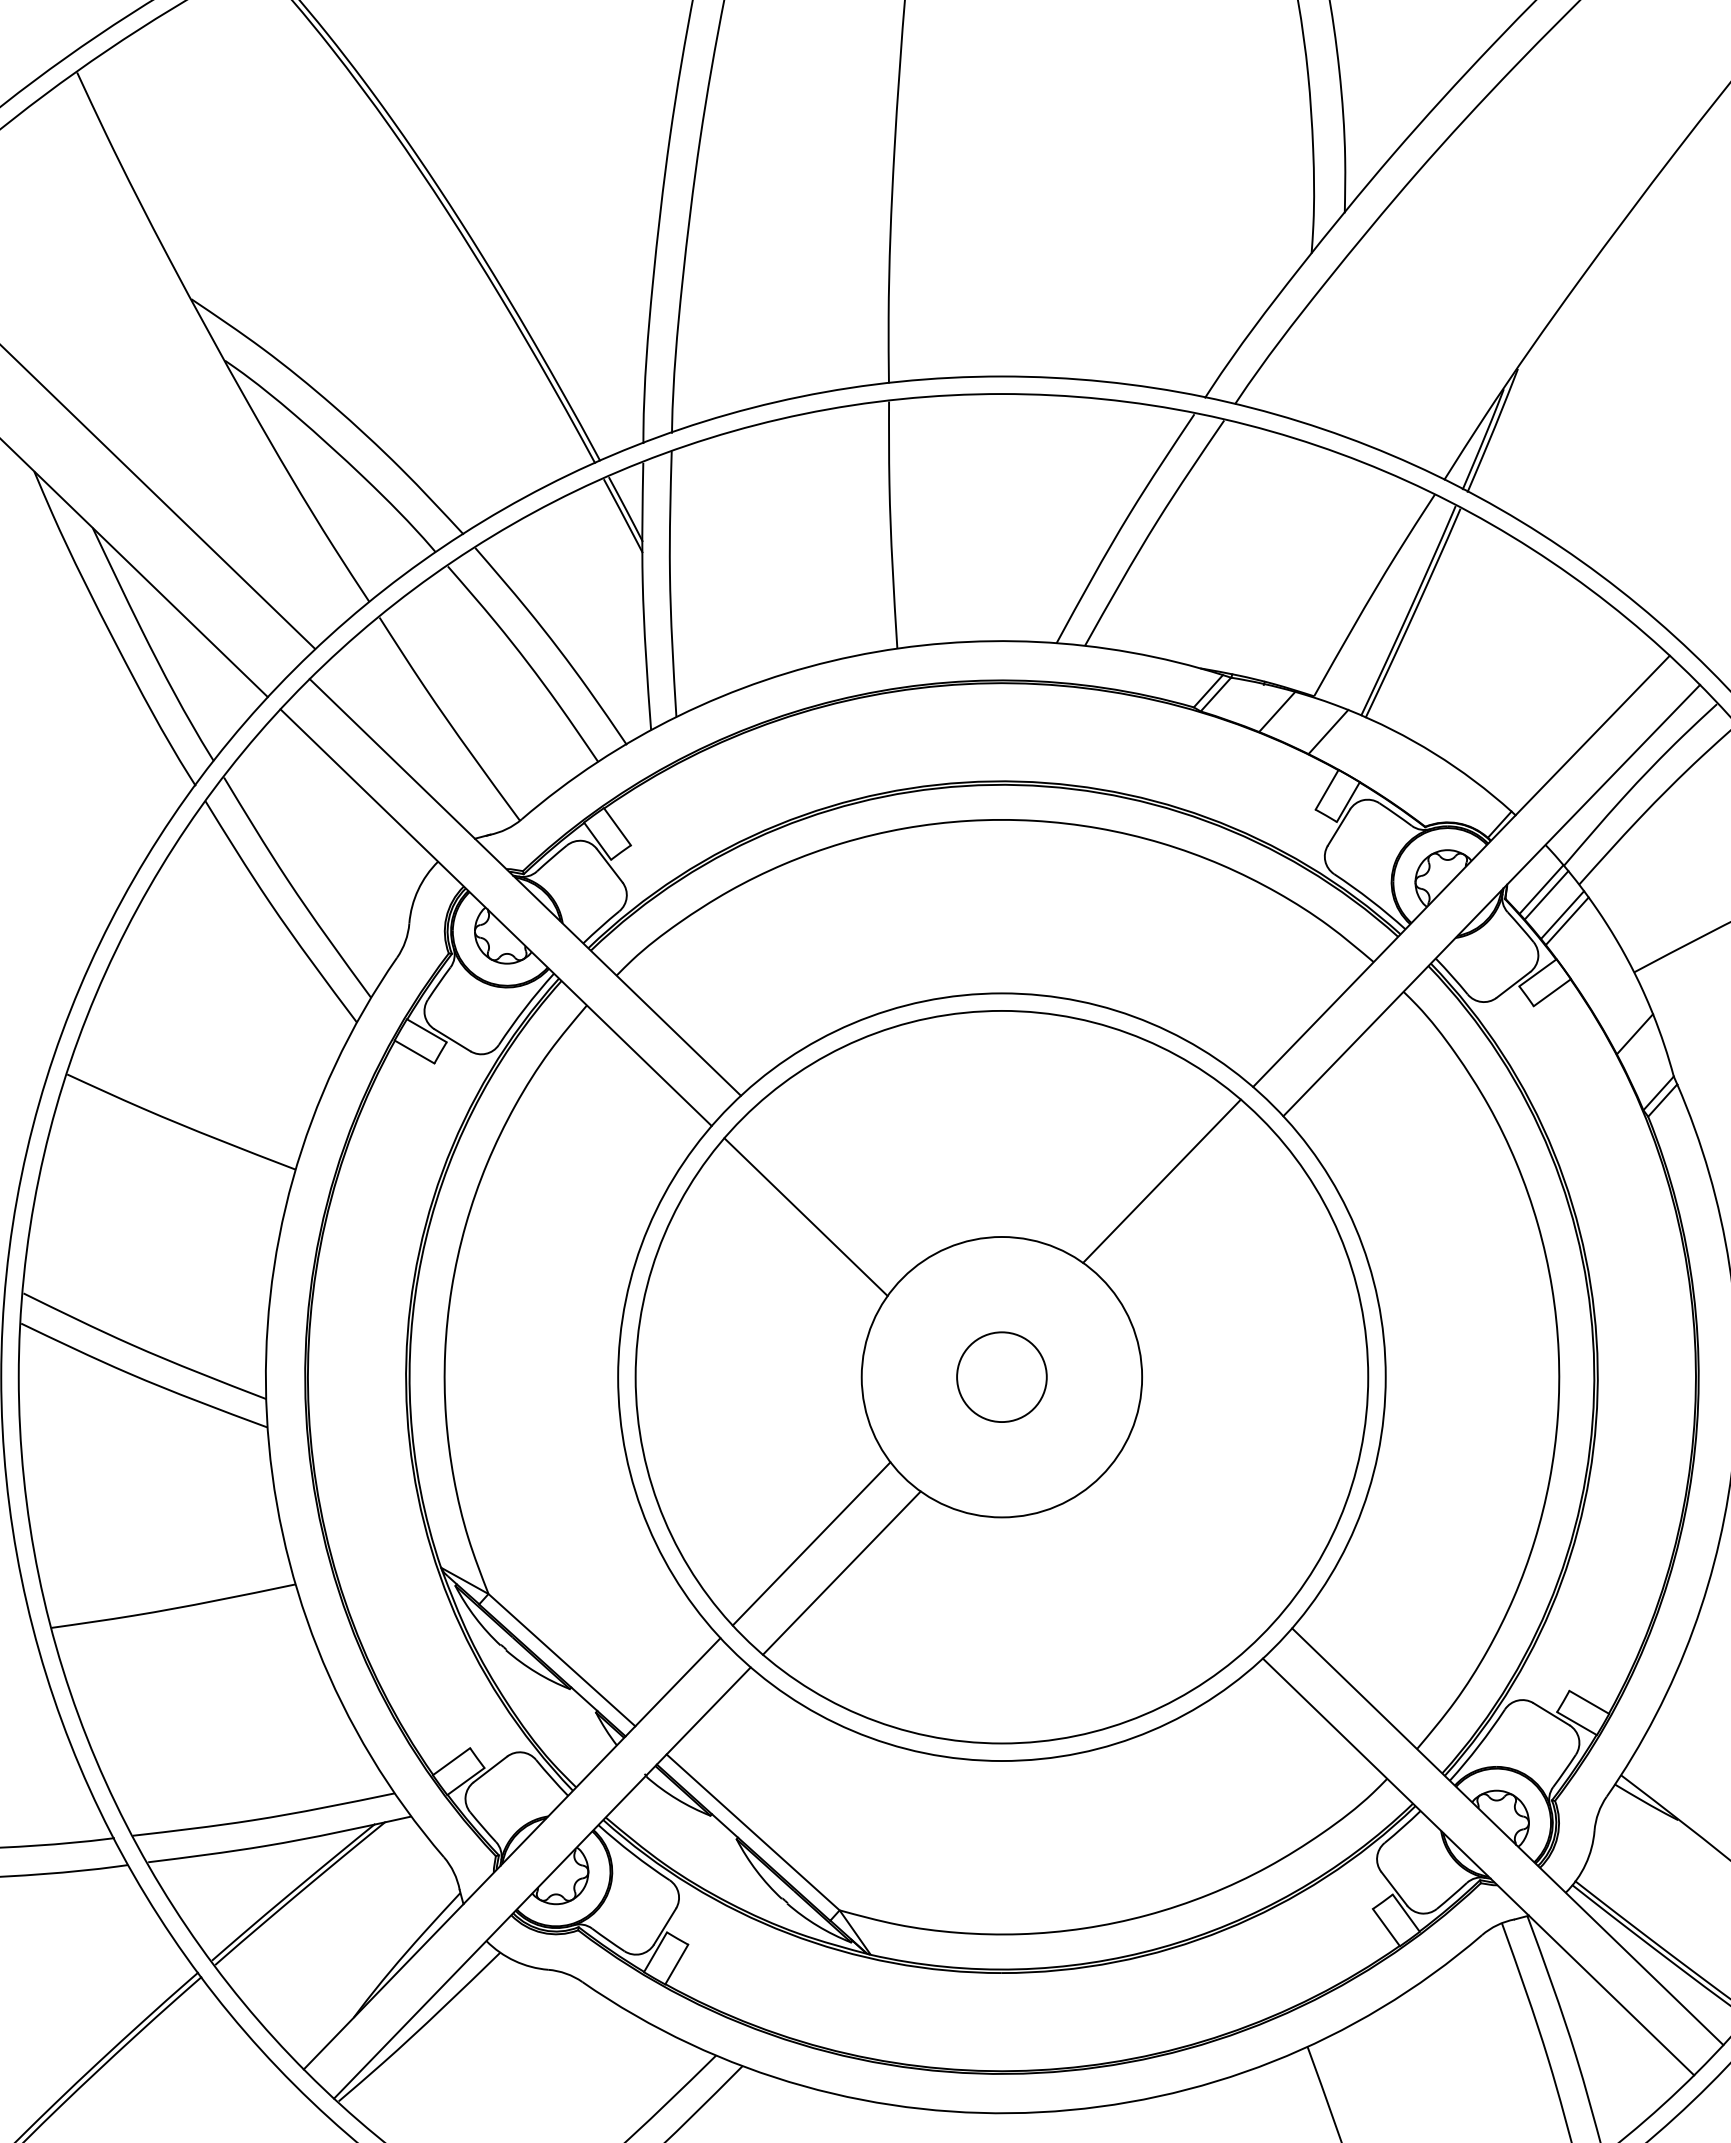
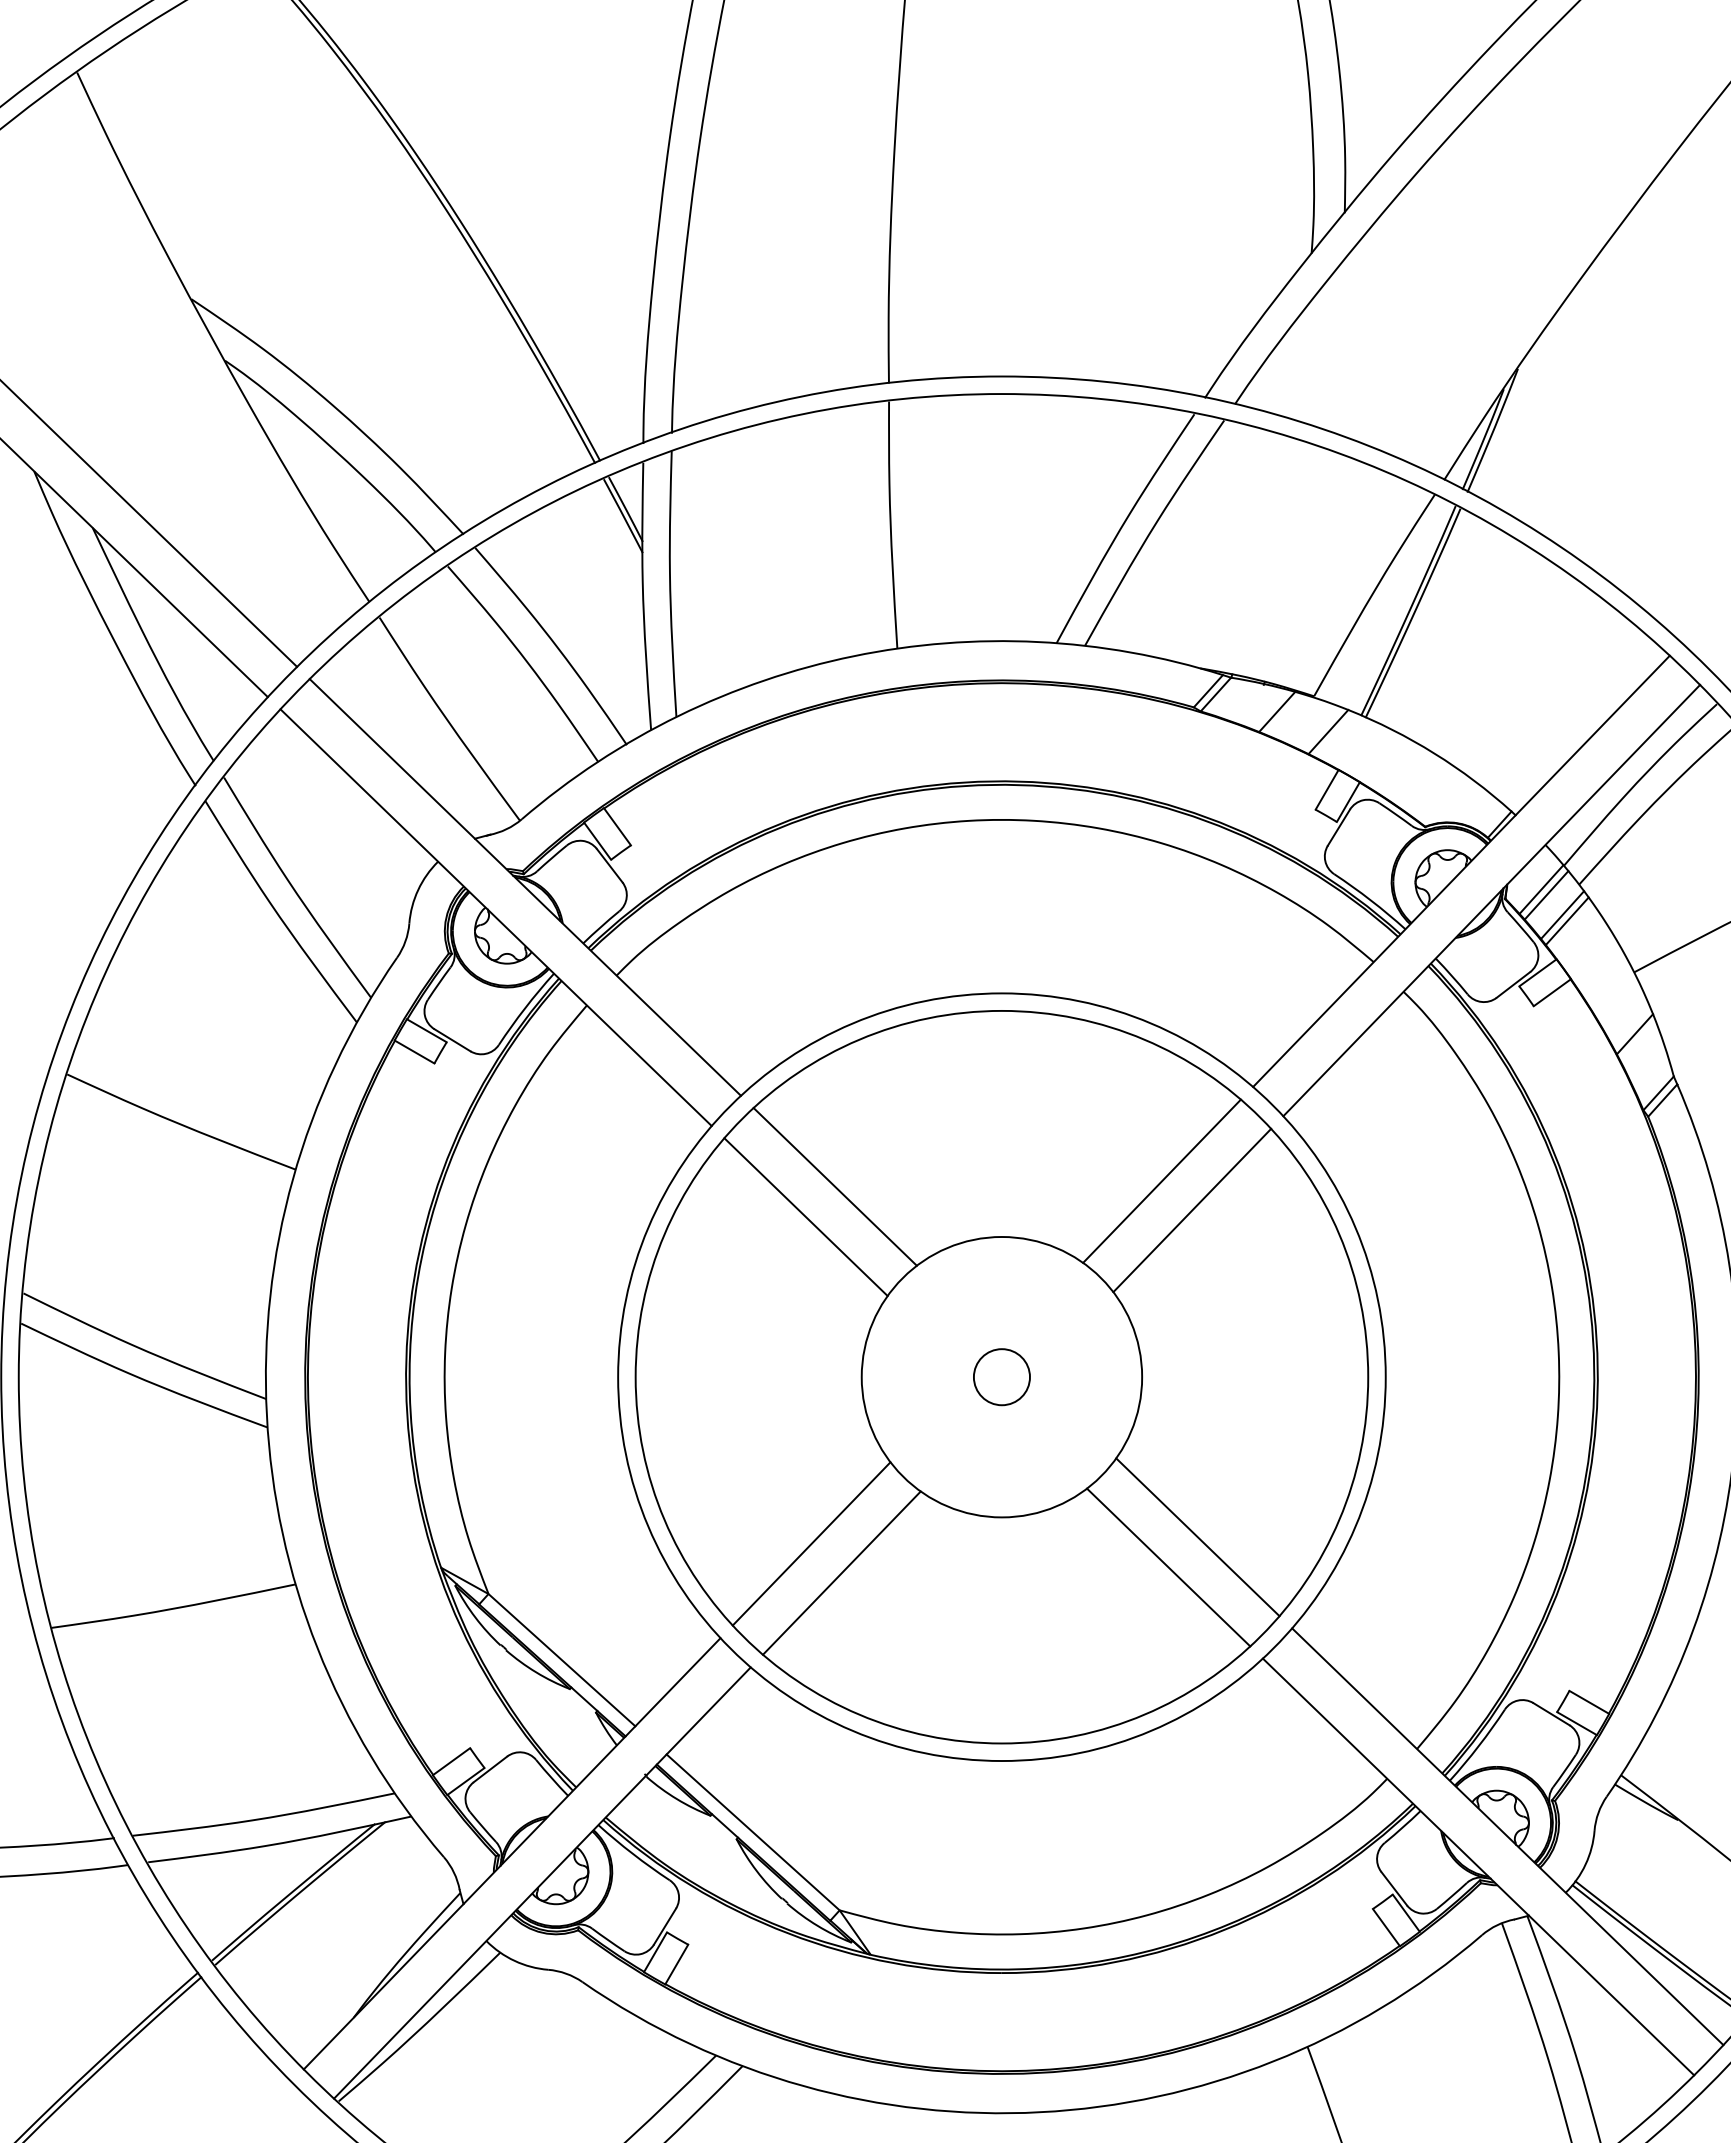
line at (158, 497) position: (158, 497) -> (149, 523)
line at (834, 1186): none -> present
line at (1192, 1210): none -> present
circle at (1001, 1377) diameter: 90 px -> 56 px
line at (1197, 1537): none -> present
line at (1168, 1567): none -> present
